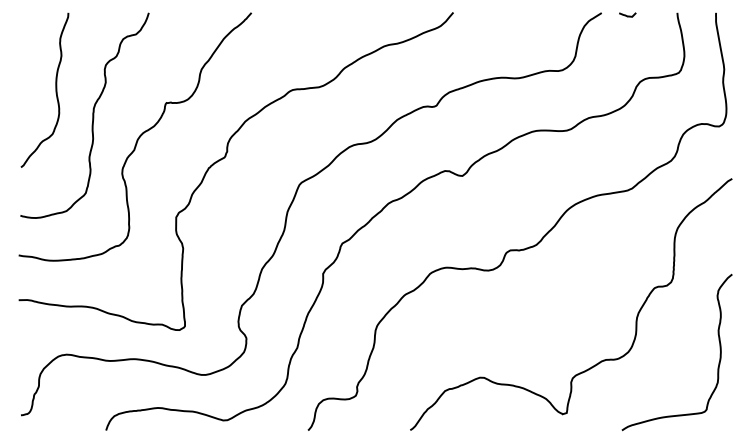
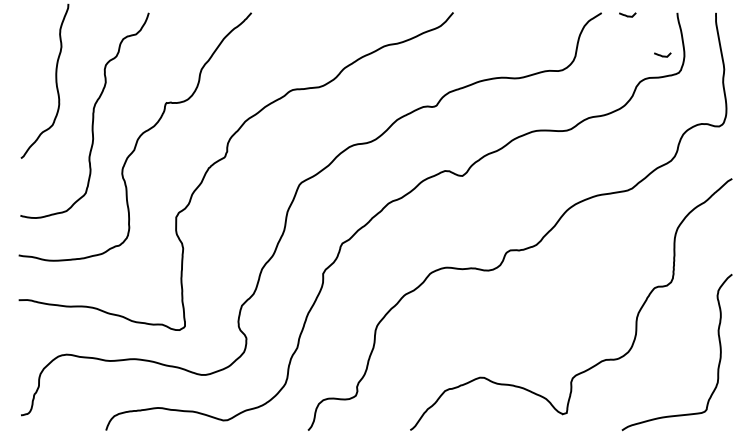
curve at (662, 55): none -> present
curve at (55, 89) position: (55, 89) -> (55, 80)
